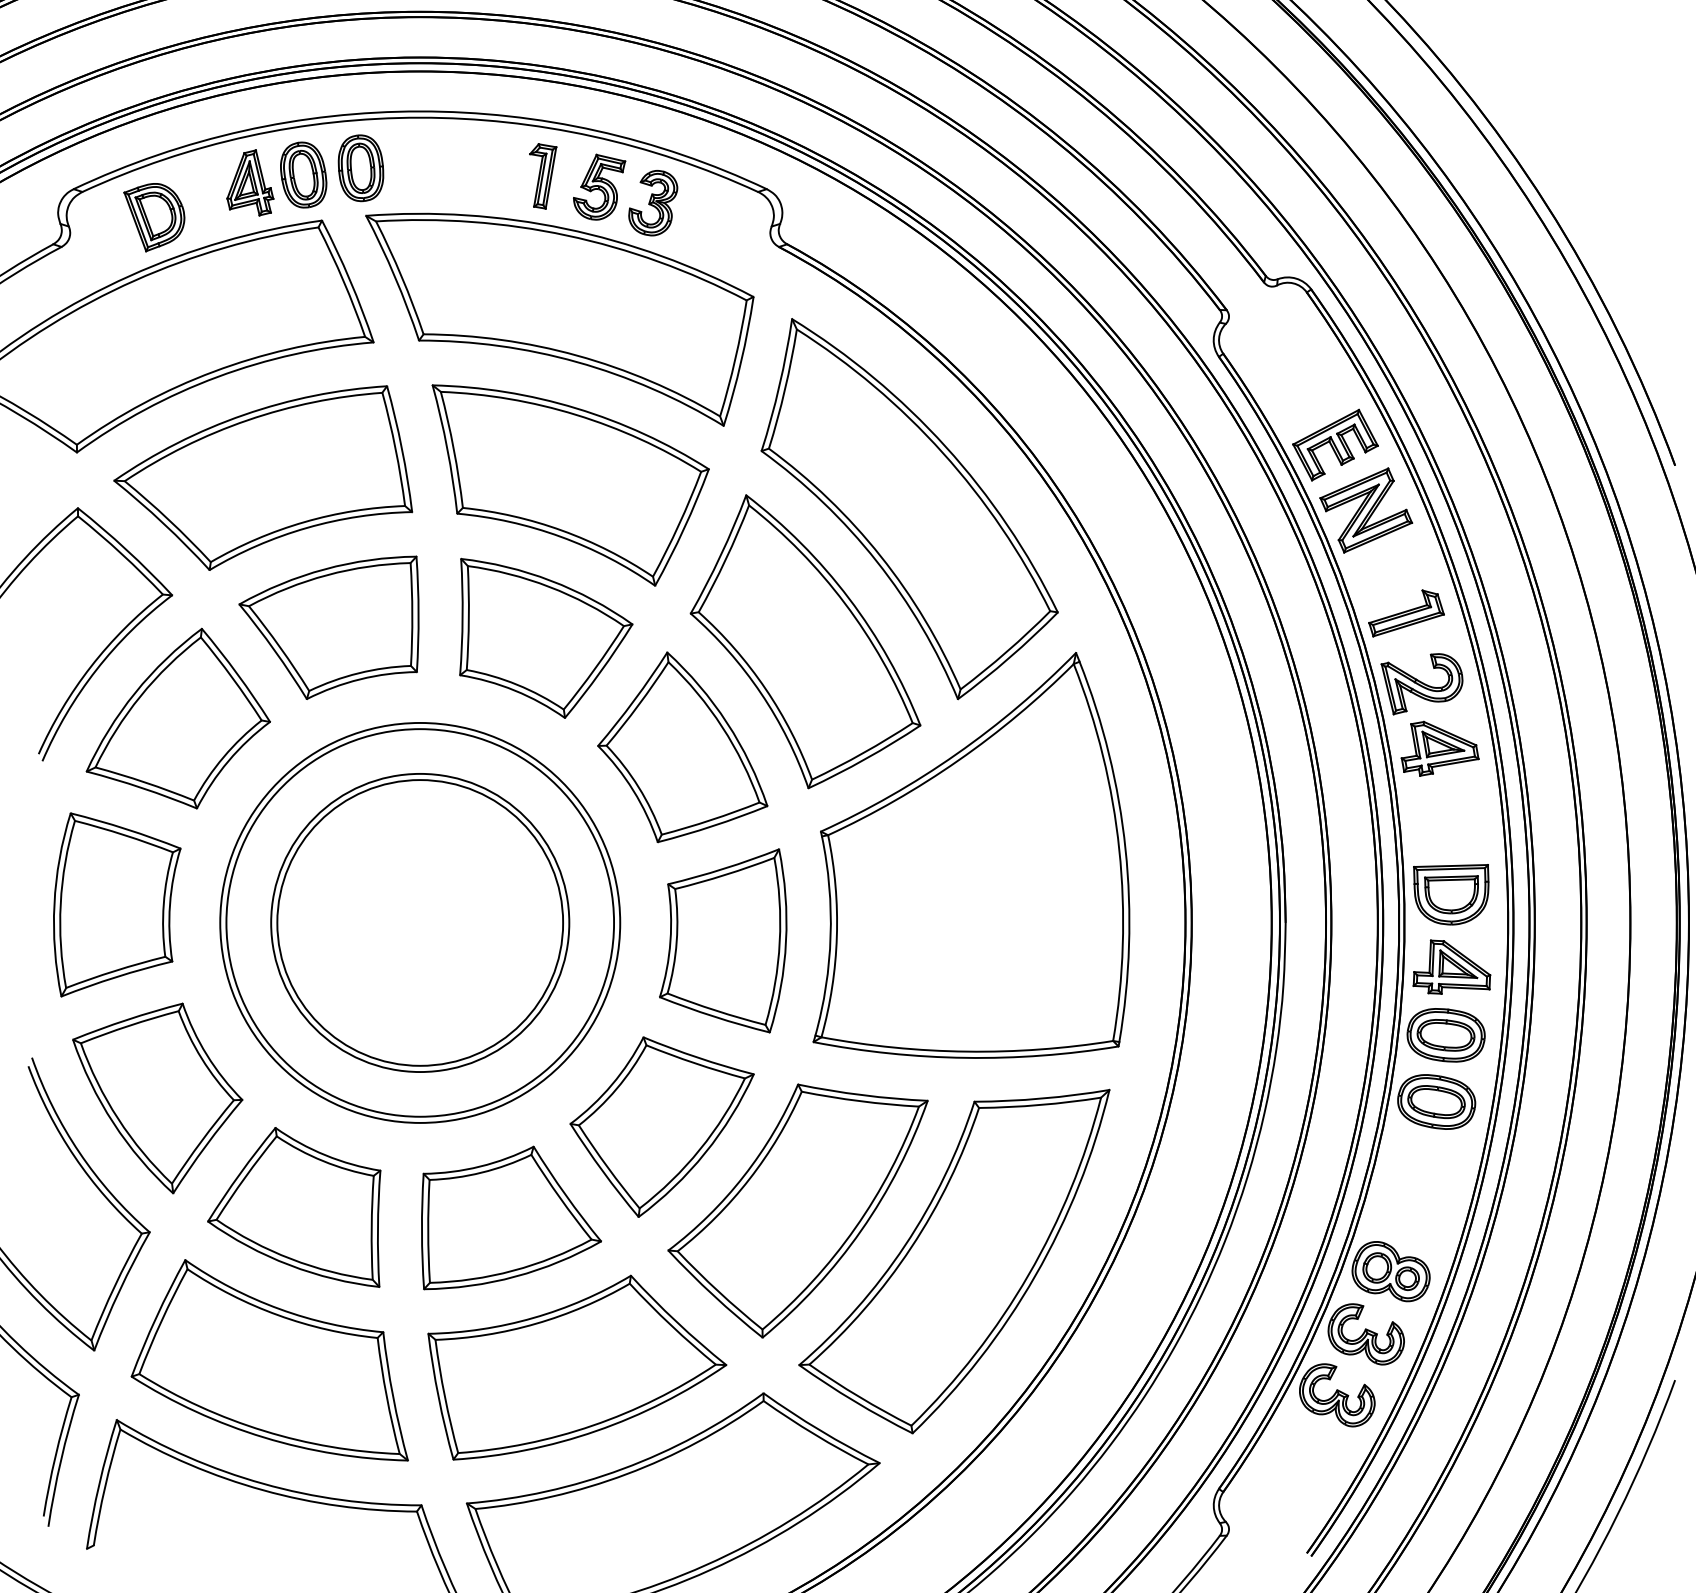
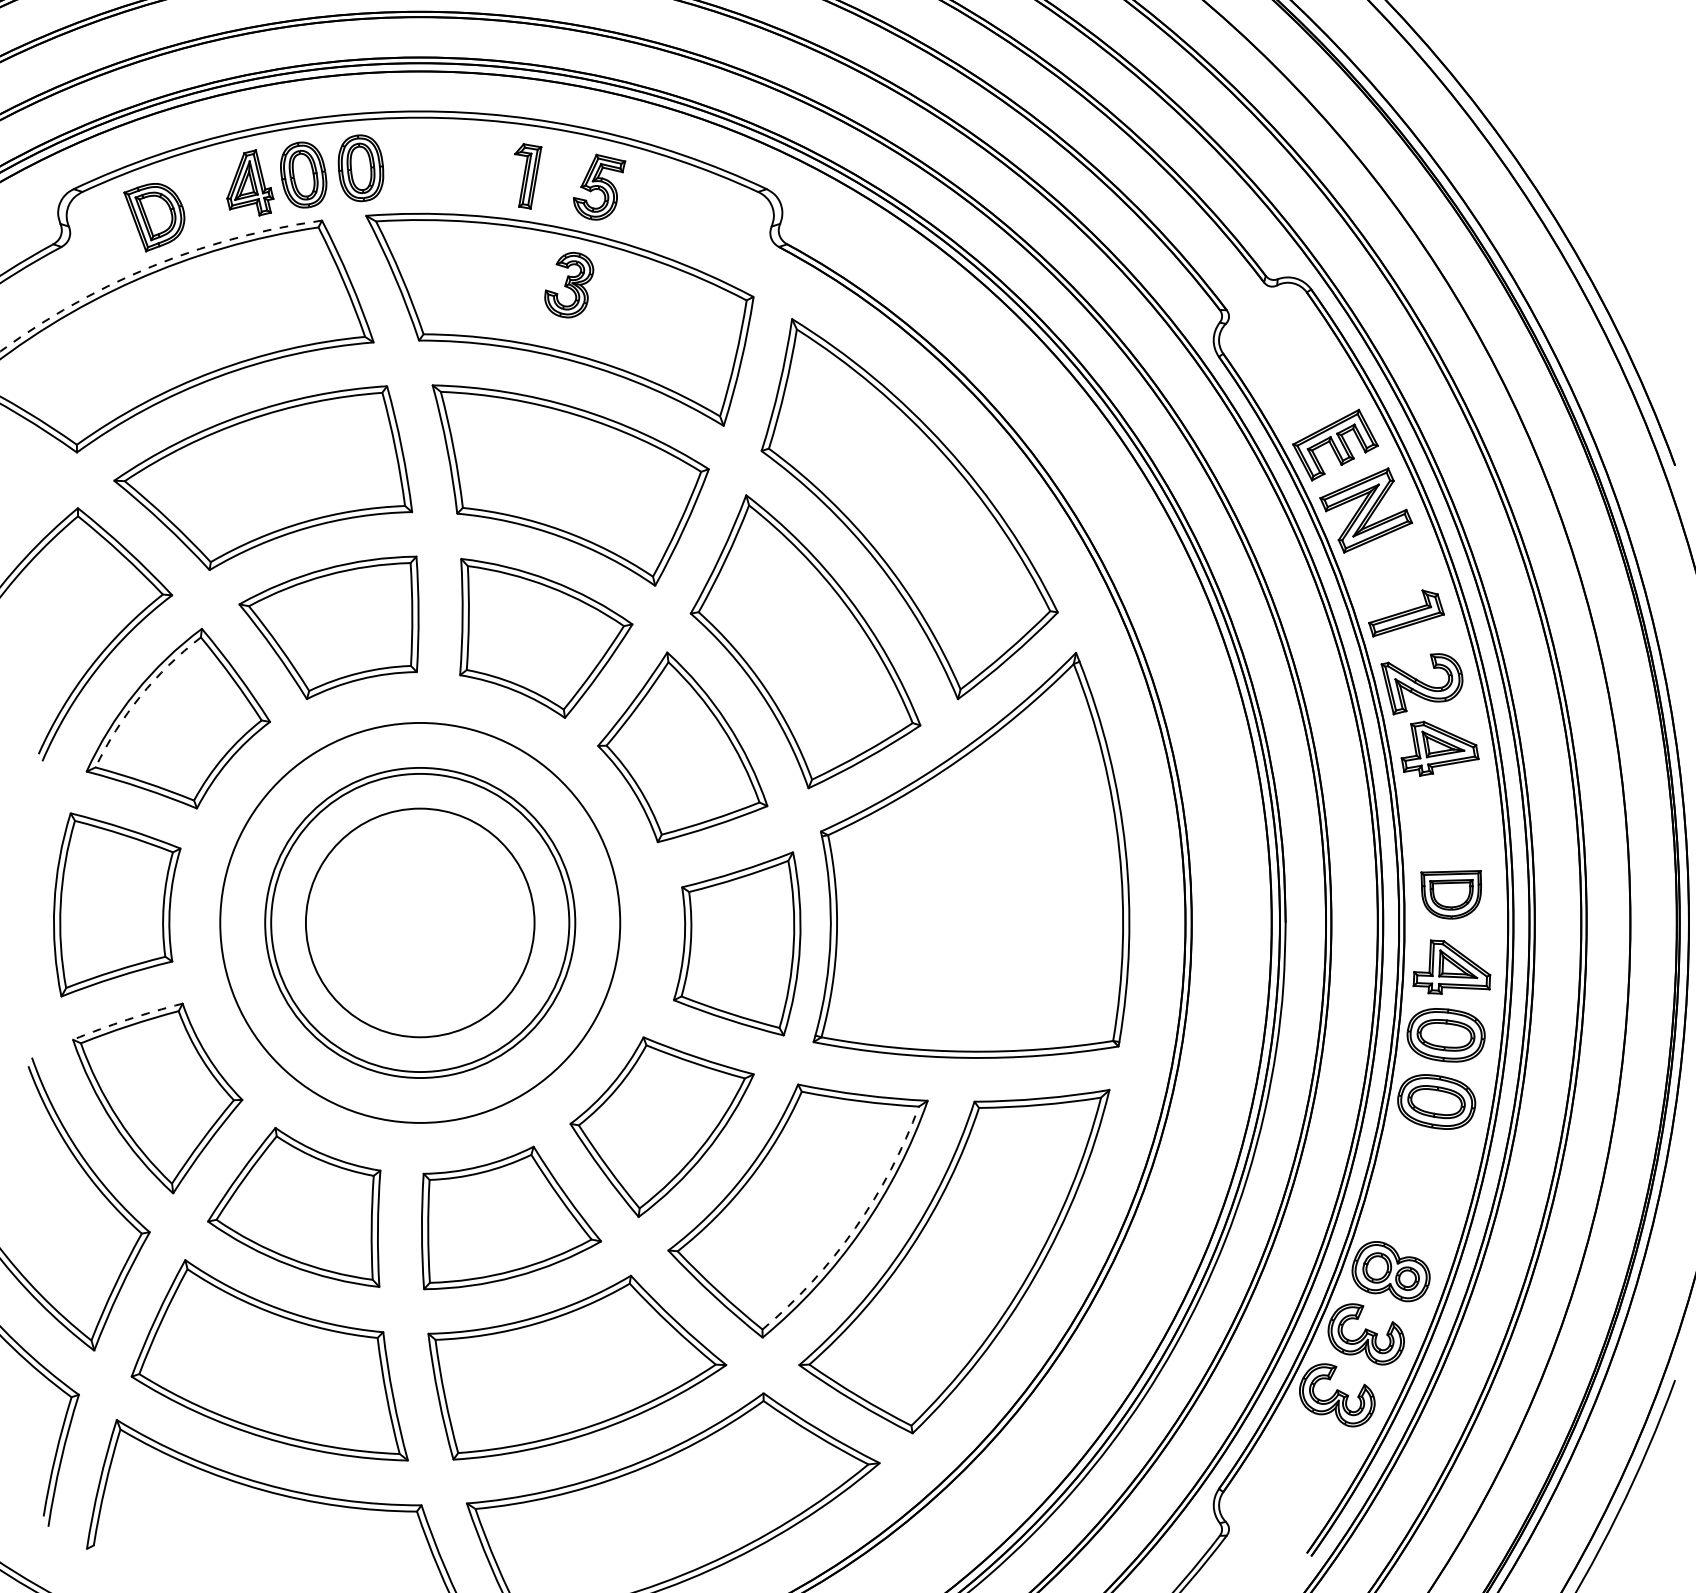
part at (543, 176) position: (543, 176) -> (528, 176)
part at (653, 203) position: (653, 203) -> (569, 285)
arc at (152, 266): solid -> dashed
arc at (140, 696): solid -> dashed
part at (1451, 894) size: 77x62 px -> 62x51 px
circle at (420, 922) diameter: 286 px -> 229 px
circle at (420, 922) diameter: 388 px -> 310 px
part at (723, 940) position: (723, 940) -> (737, 943)
arc at (127, 1019): solid -> dashed
arc at (855, 1228): solid -> dashed
